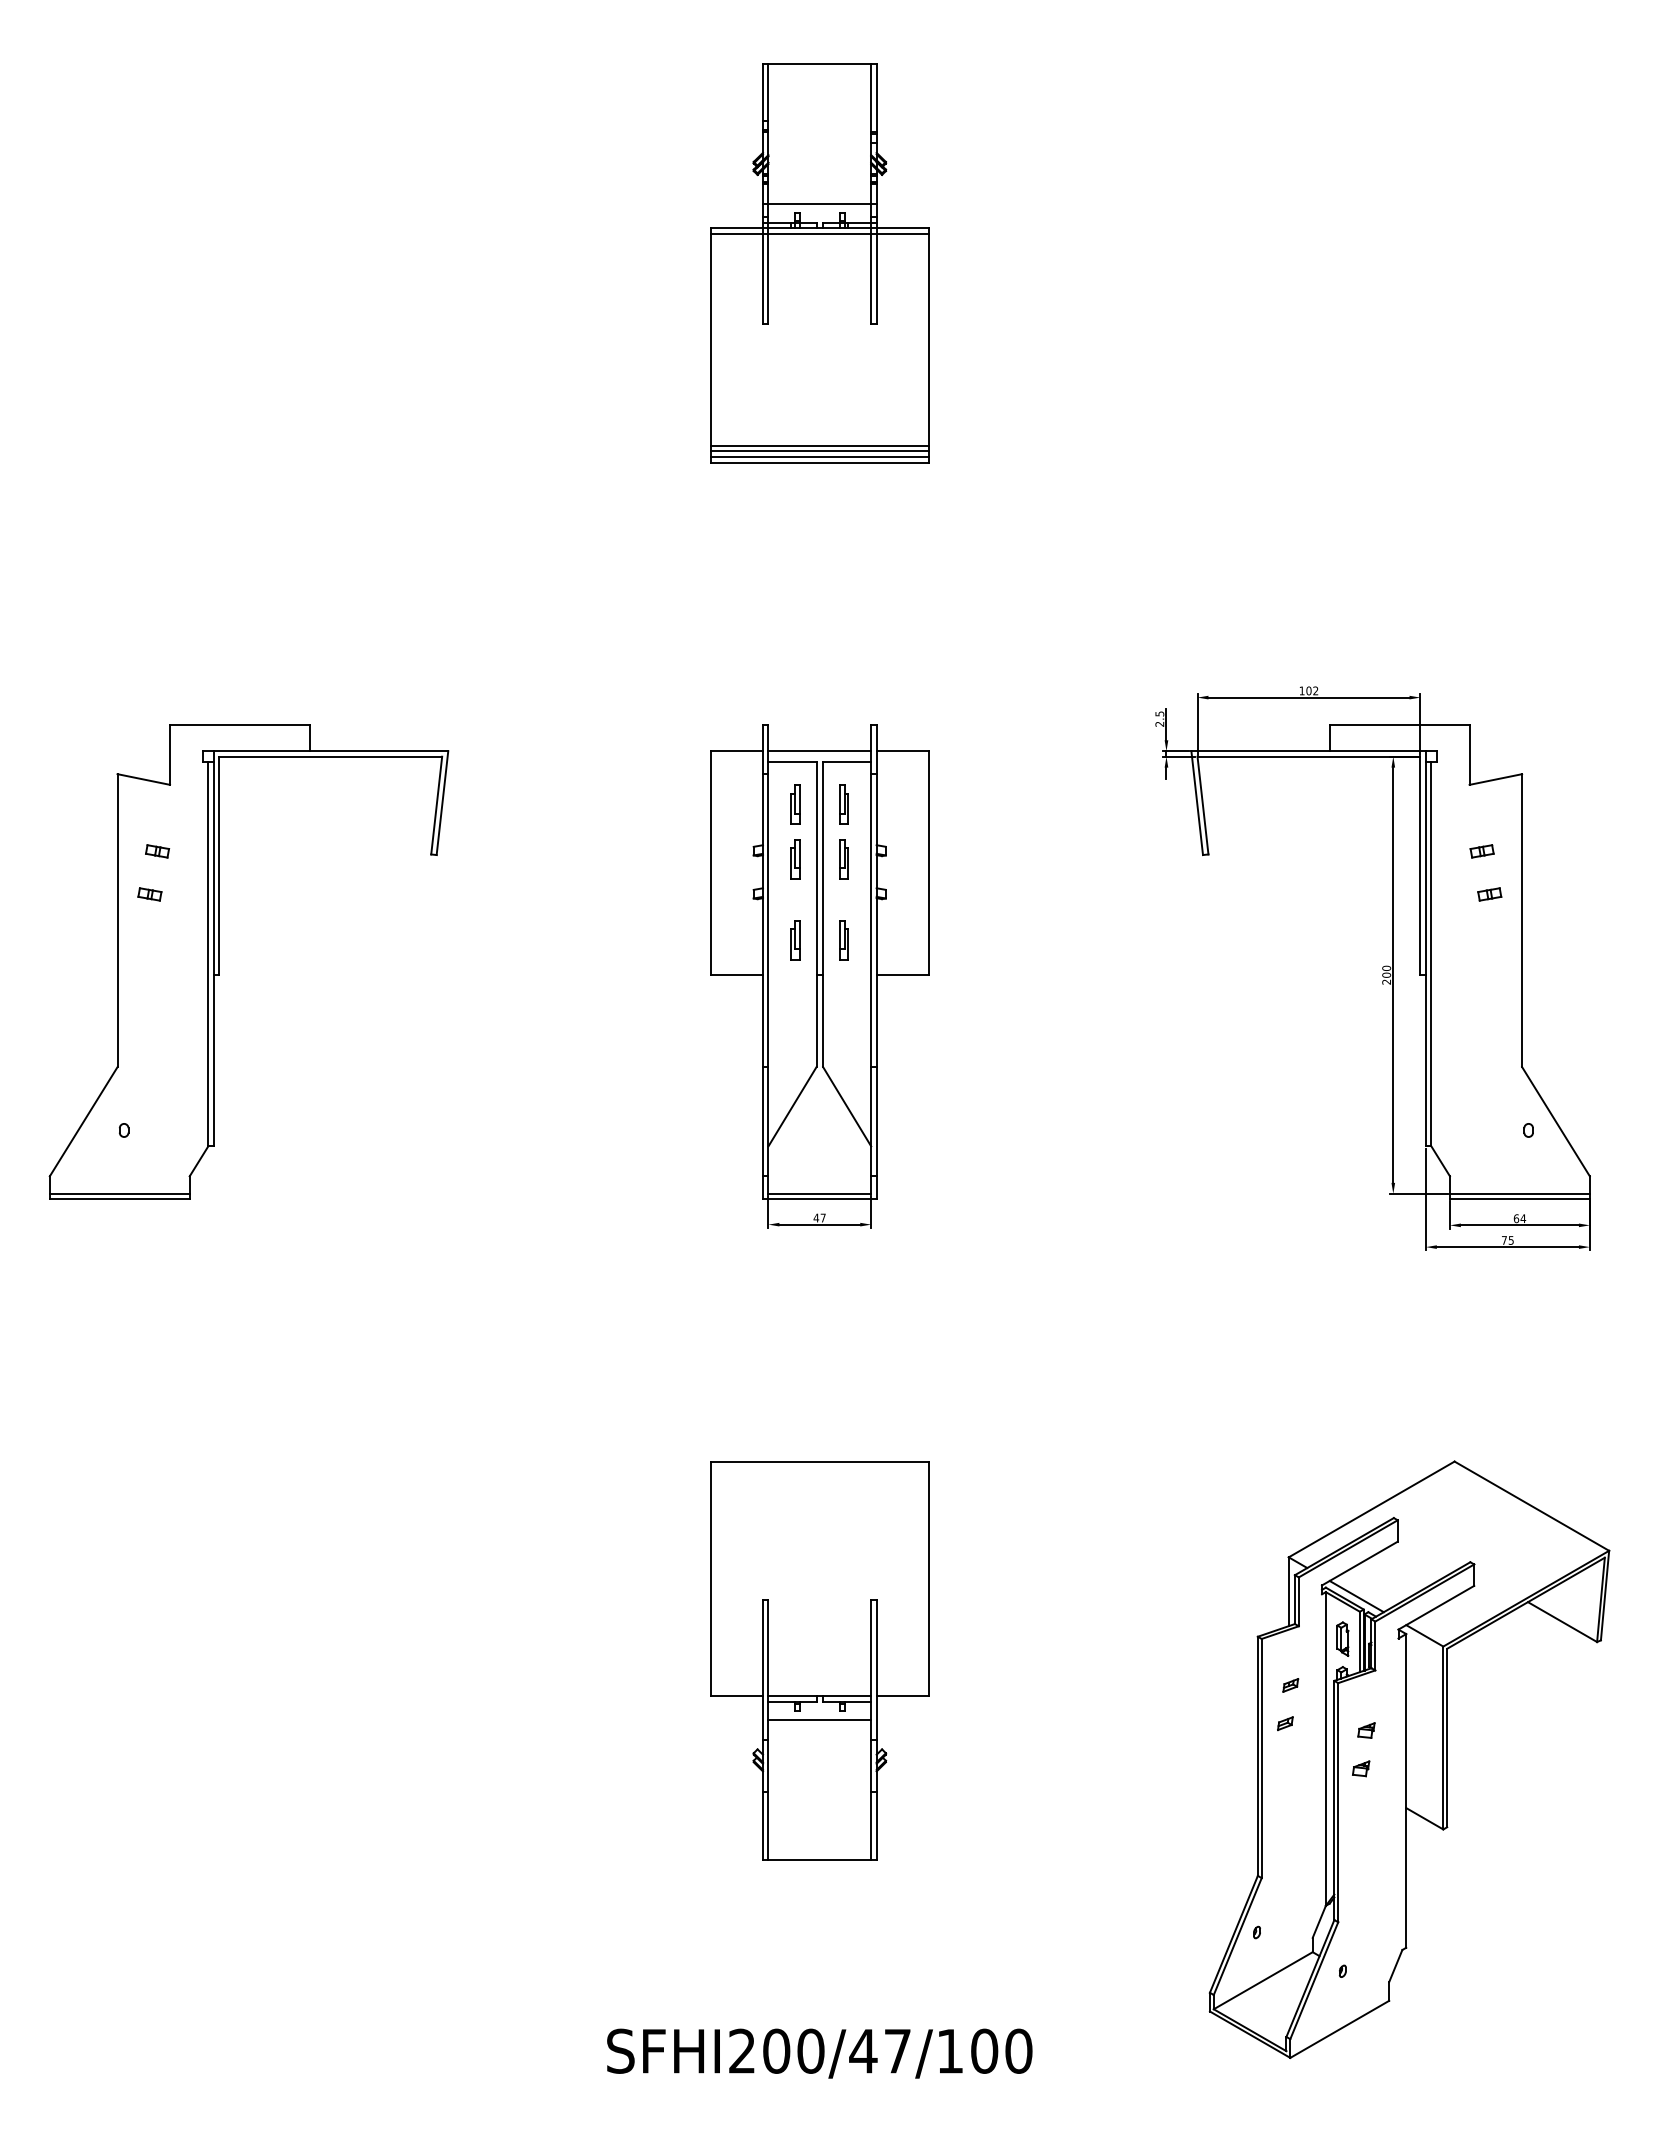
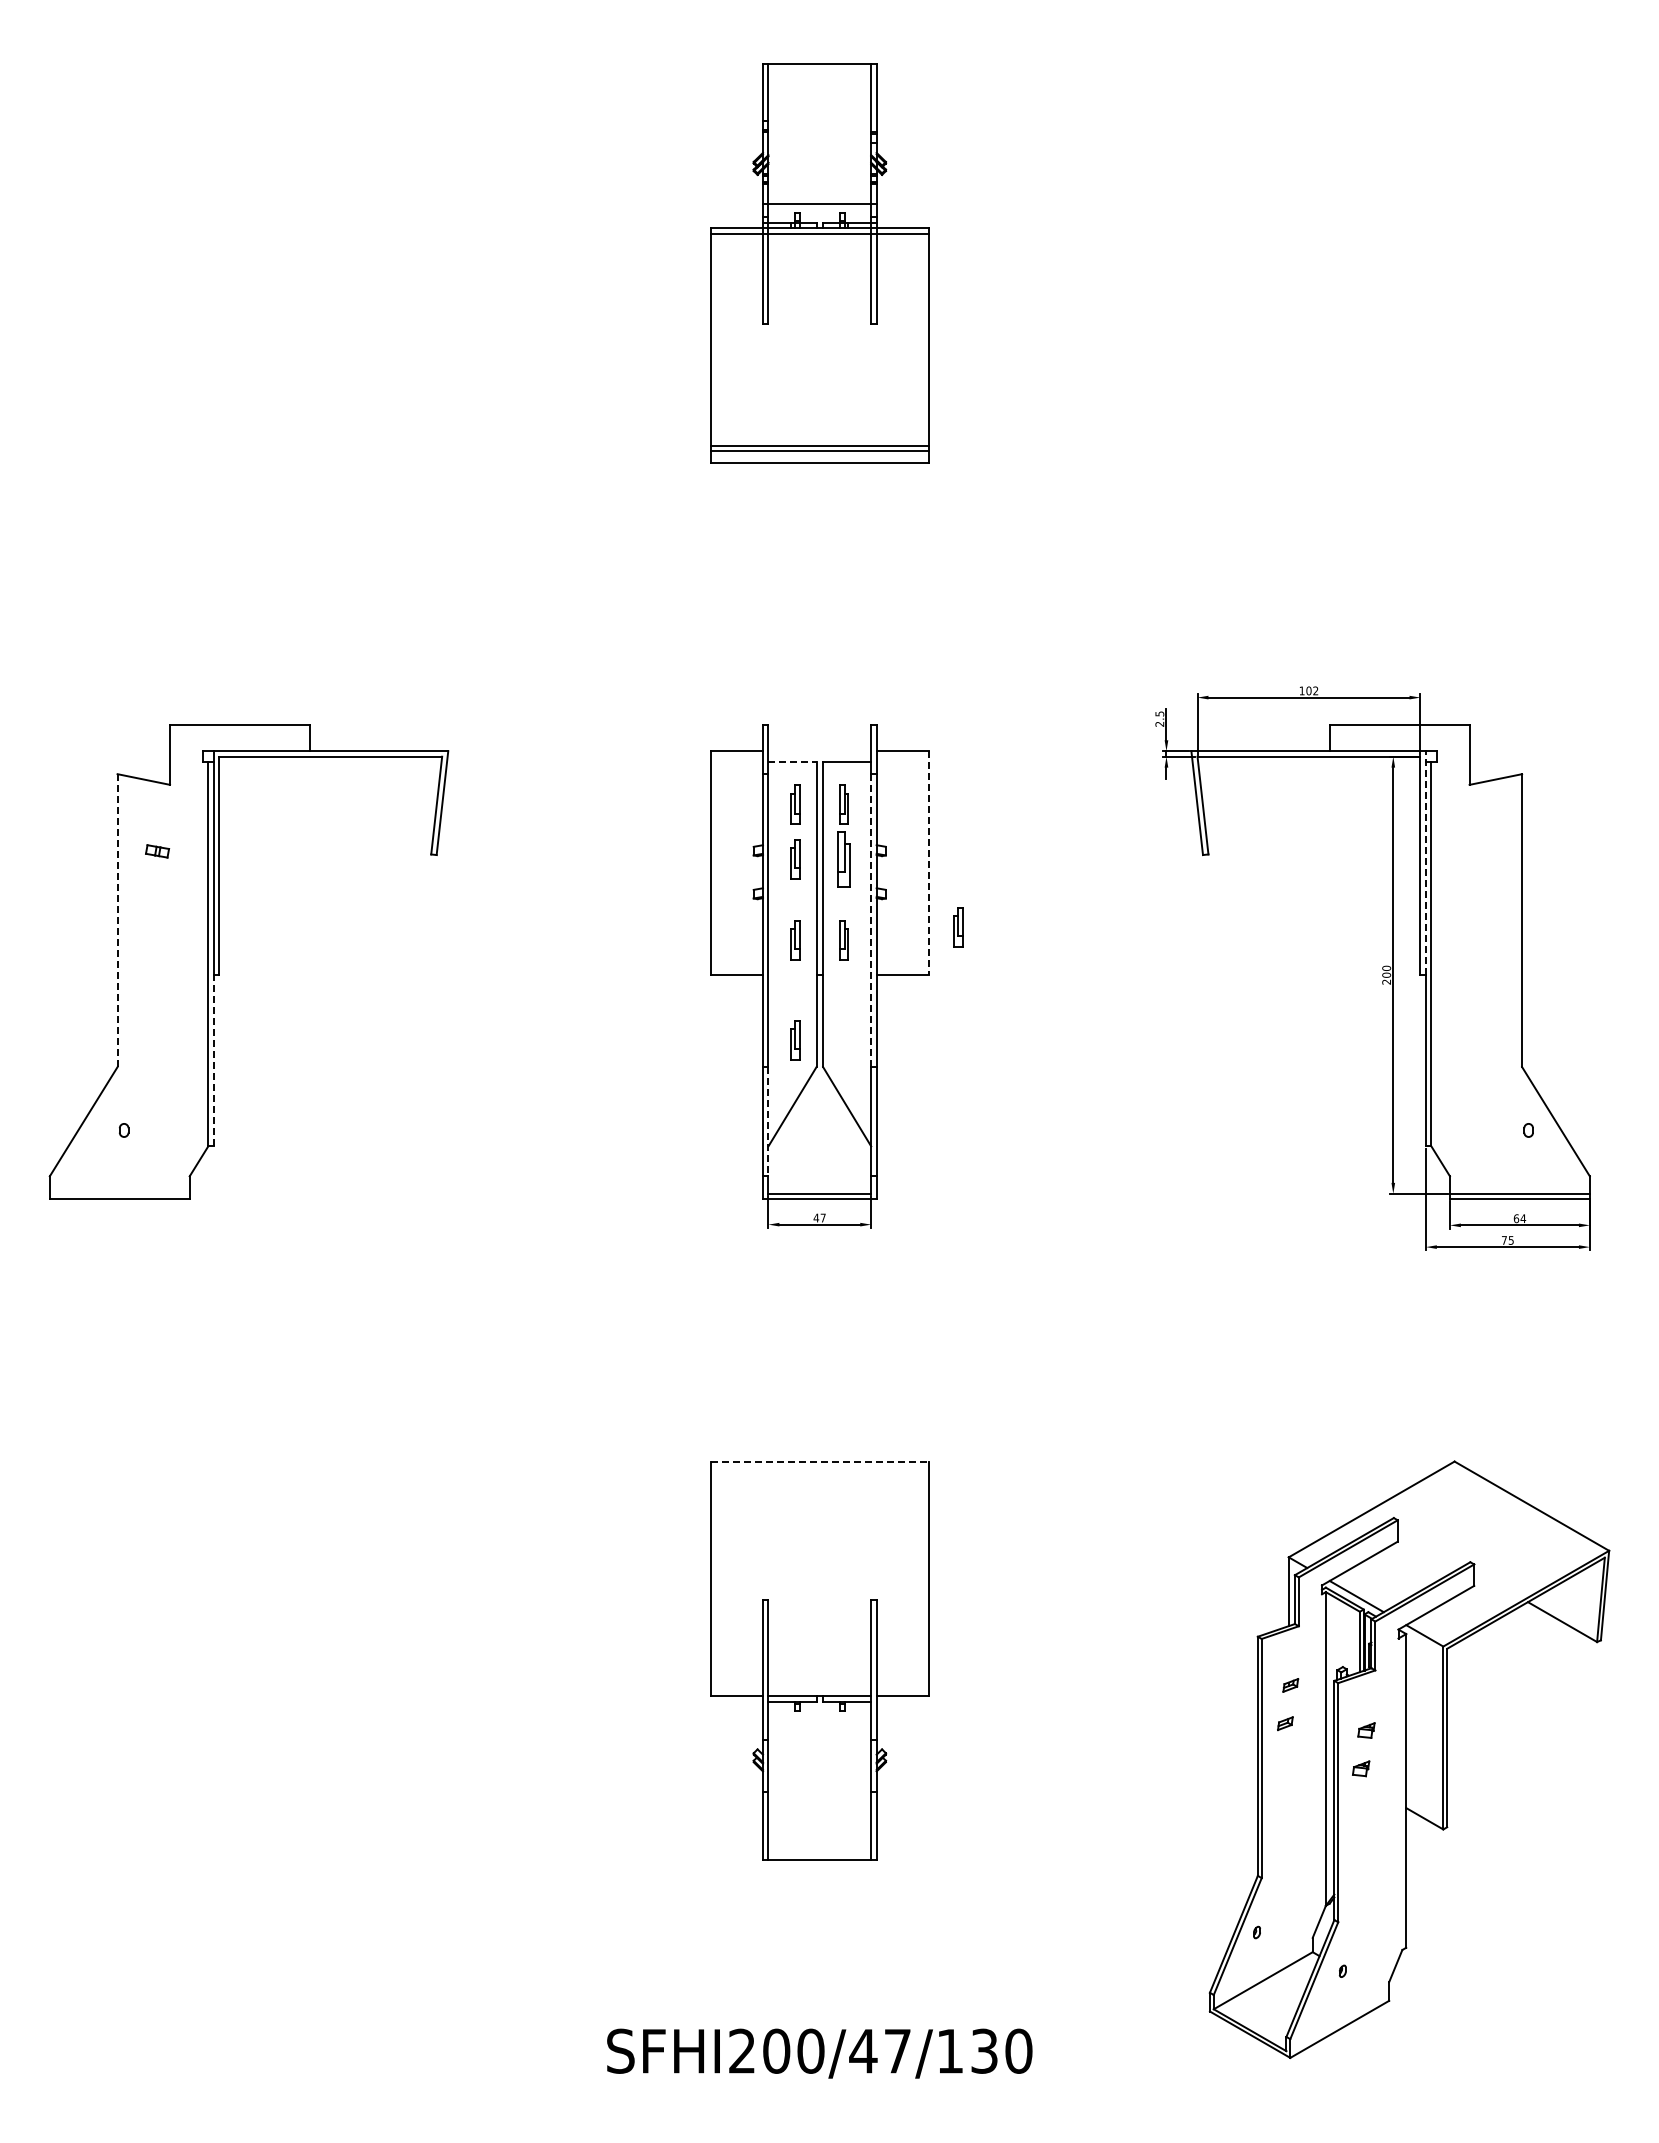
line at (819, 456): present -> none
line at (819, 751): present -> none
line at (793, 762): solid -> dashed
part at (1481, 851): present -> none
part at (843, 859) size: 10x41 px -> 14x57 px
line at (1425, 862): solid -> dashed
line at (929, 863): solid -> dashed
part at (149, 894): present -> none
part at (1489, 894): present -> none
line at (871, 920): solid -> dashed
line at (117, 921): solid -> dashed
part at (958, 927): none -> present
part at (795, 1040): none -> present
line at (213, 1060): solid -> dashed
line at (768, 1121): solid -> dashed
line at (119, 1193): present -> none
line at (820, 1461): solid -> dashed
part at (1342, 1638): present -> none
line at (819, 1720): present -> none
text at (984, 2050): SFHI200/47/100 -> SFHI200/47/130
